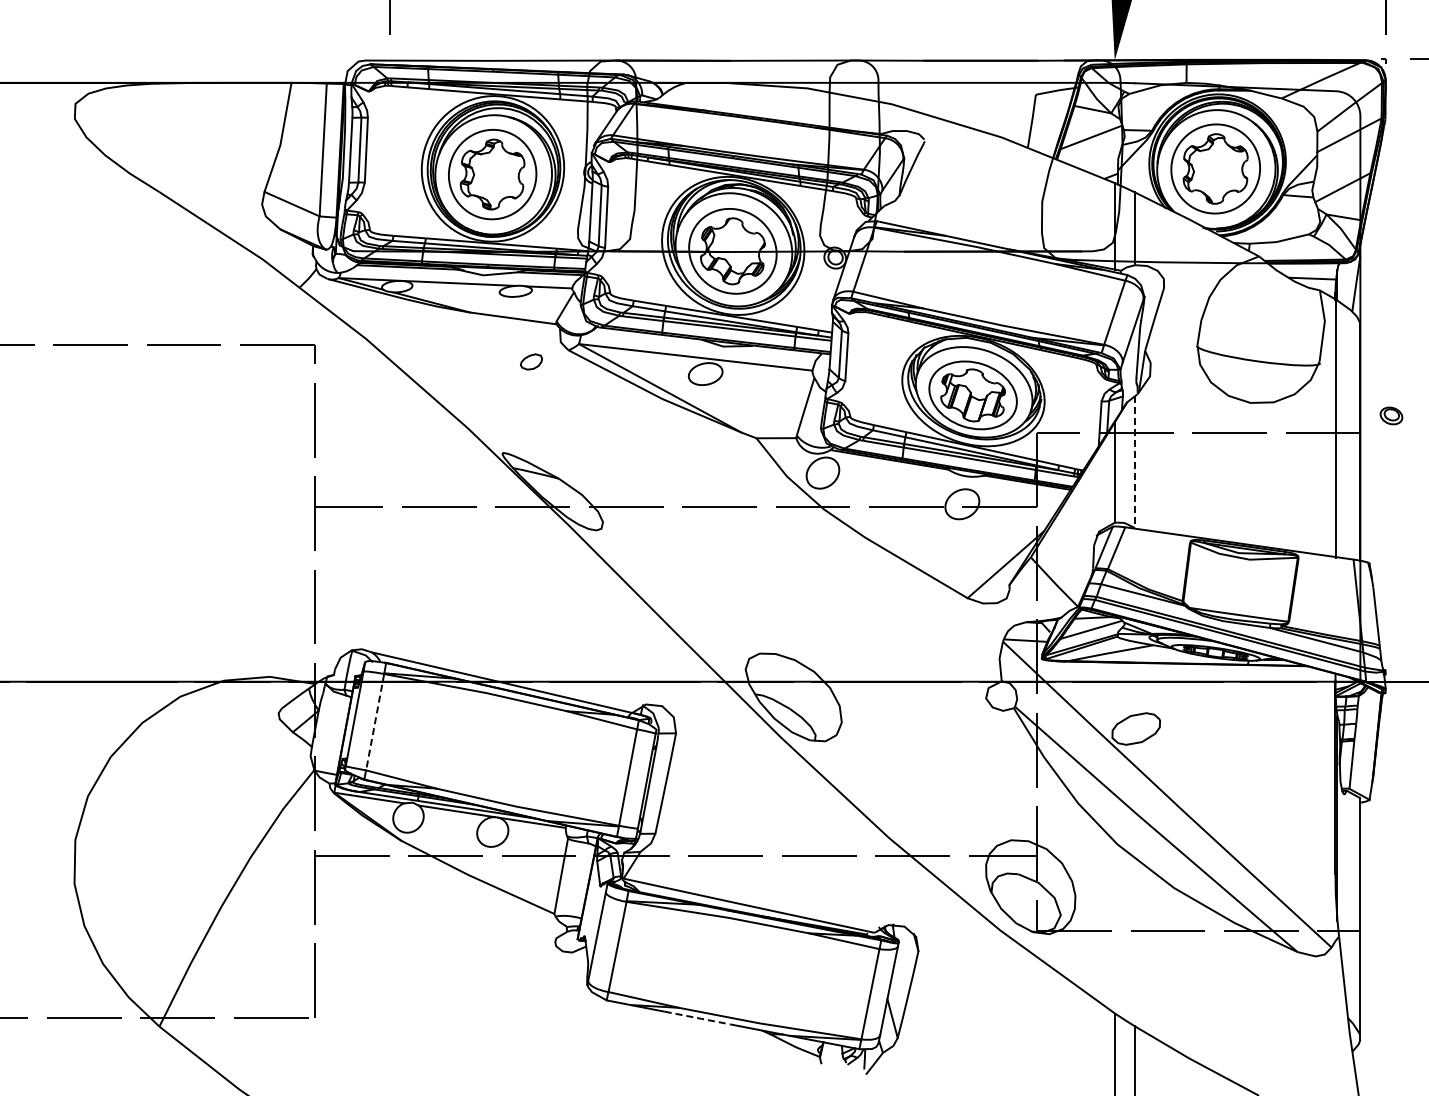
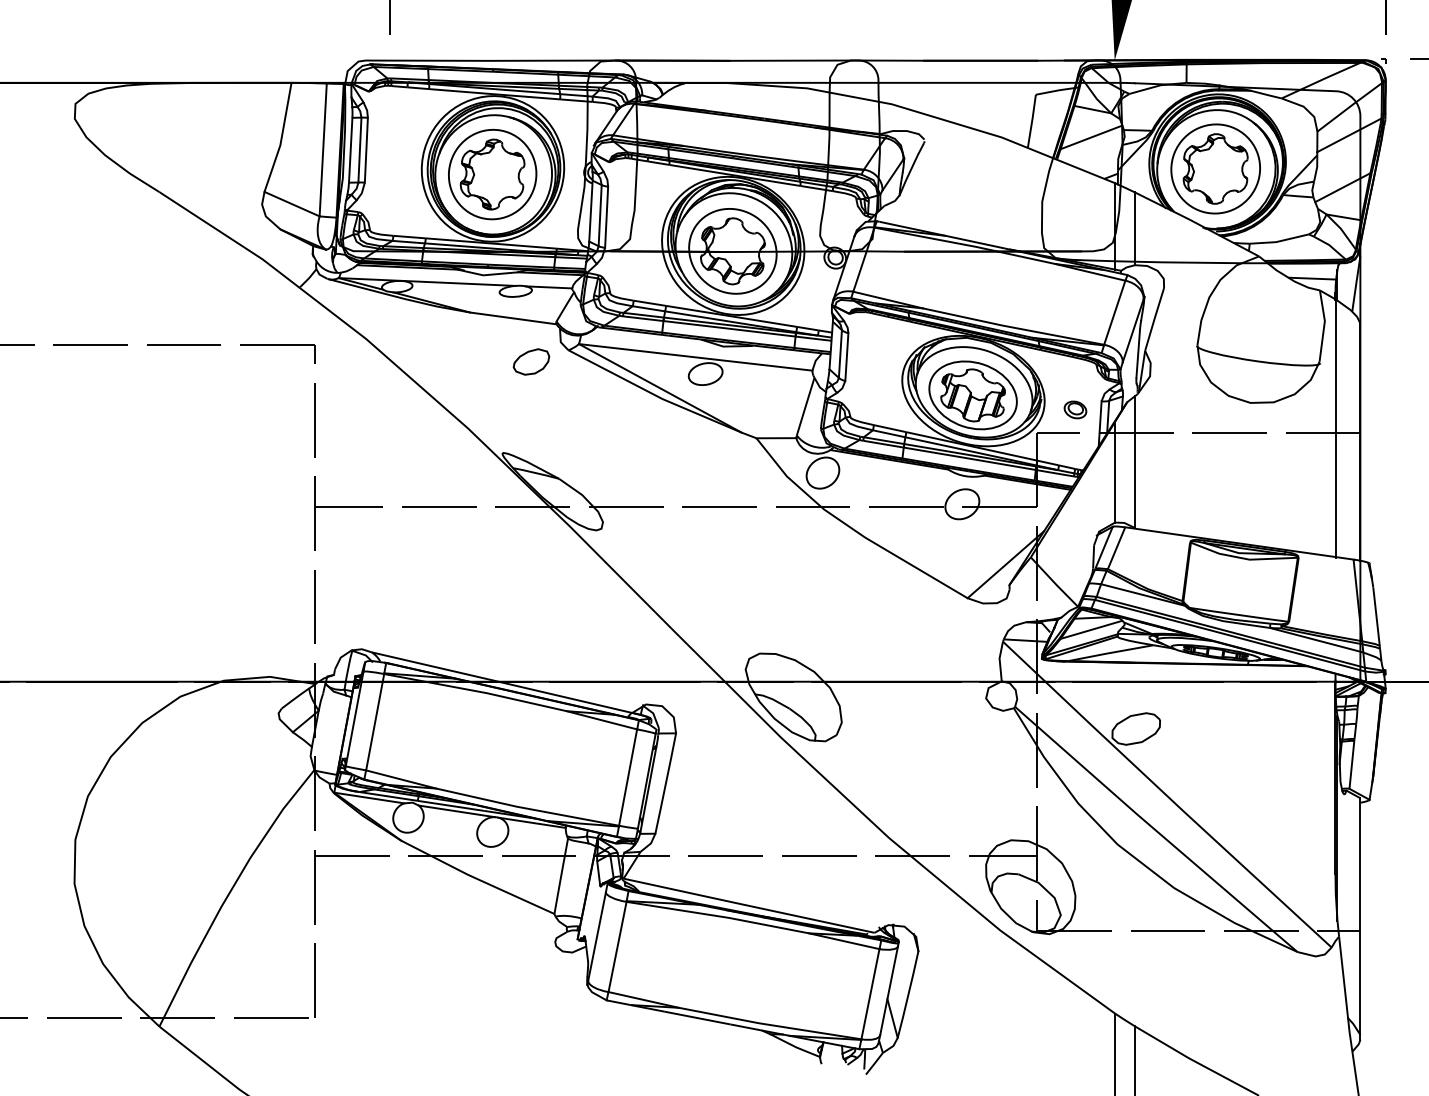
part at (531, 361) size: 23x18 px -> 39x28 px
part at (1391, 415) position: (1391, 415) -> (1075, 409)
line at (1134, 462): dashed -> solid
line at (375, 722): dashed -> solid
line at (698, 1018): dashed -> solid
